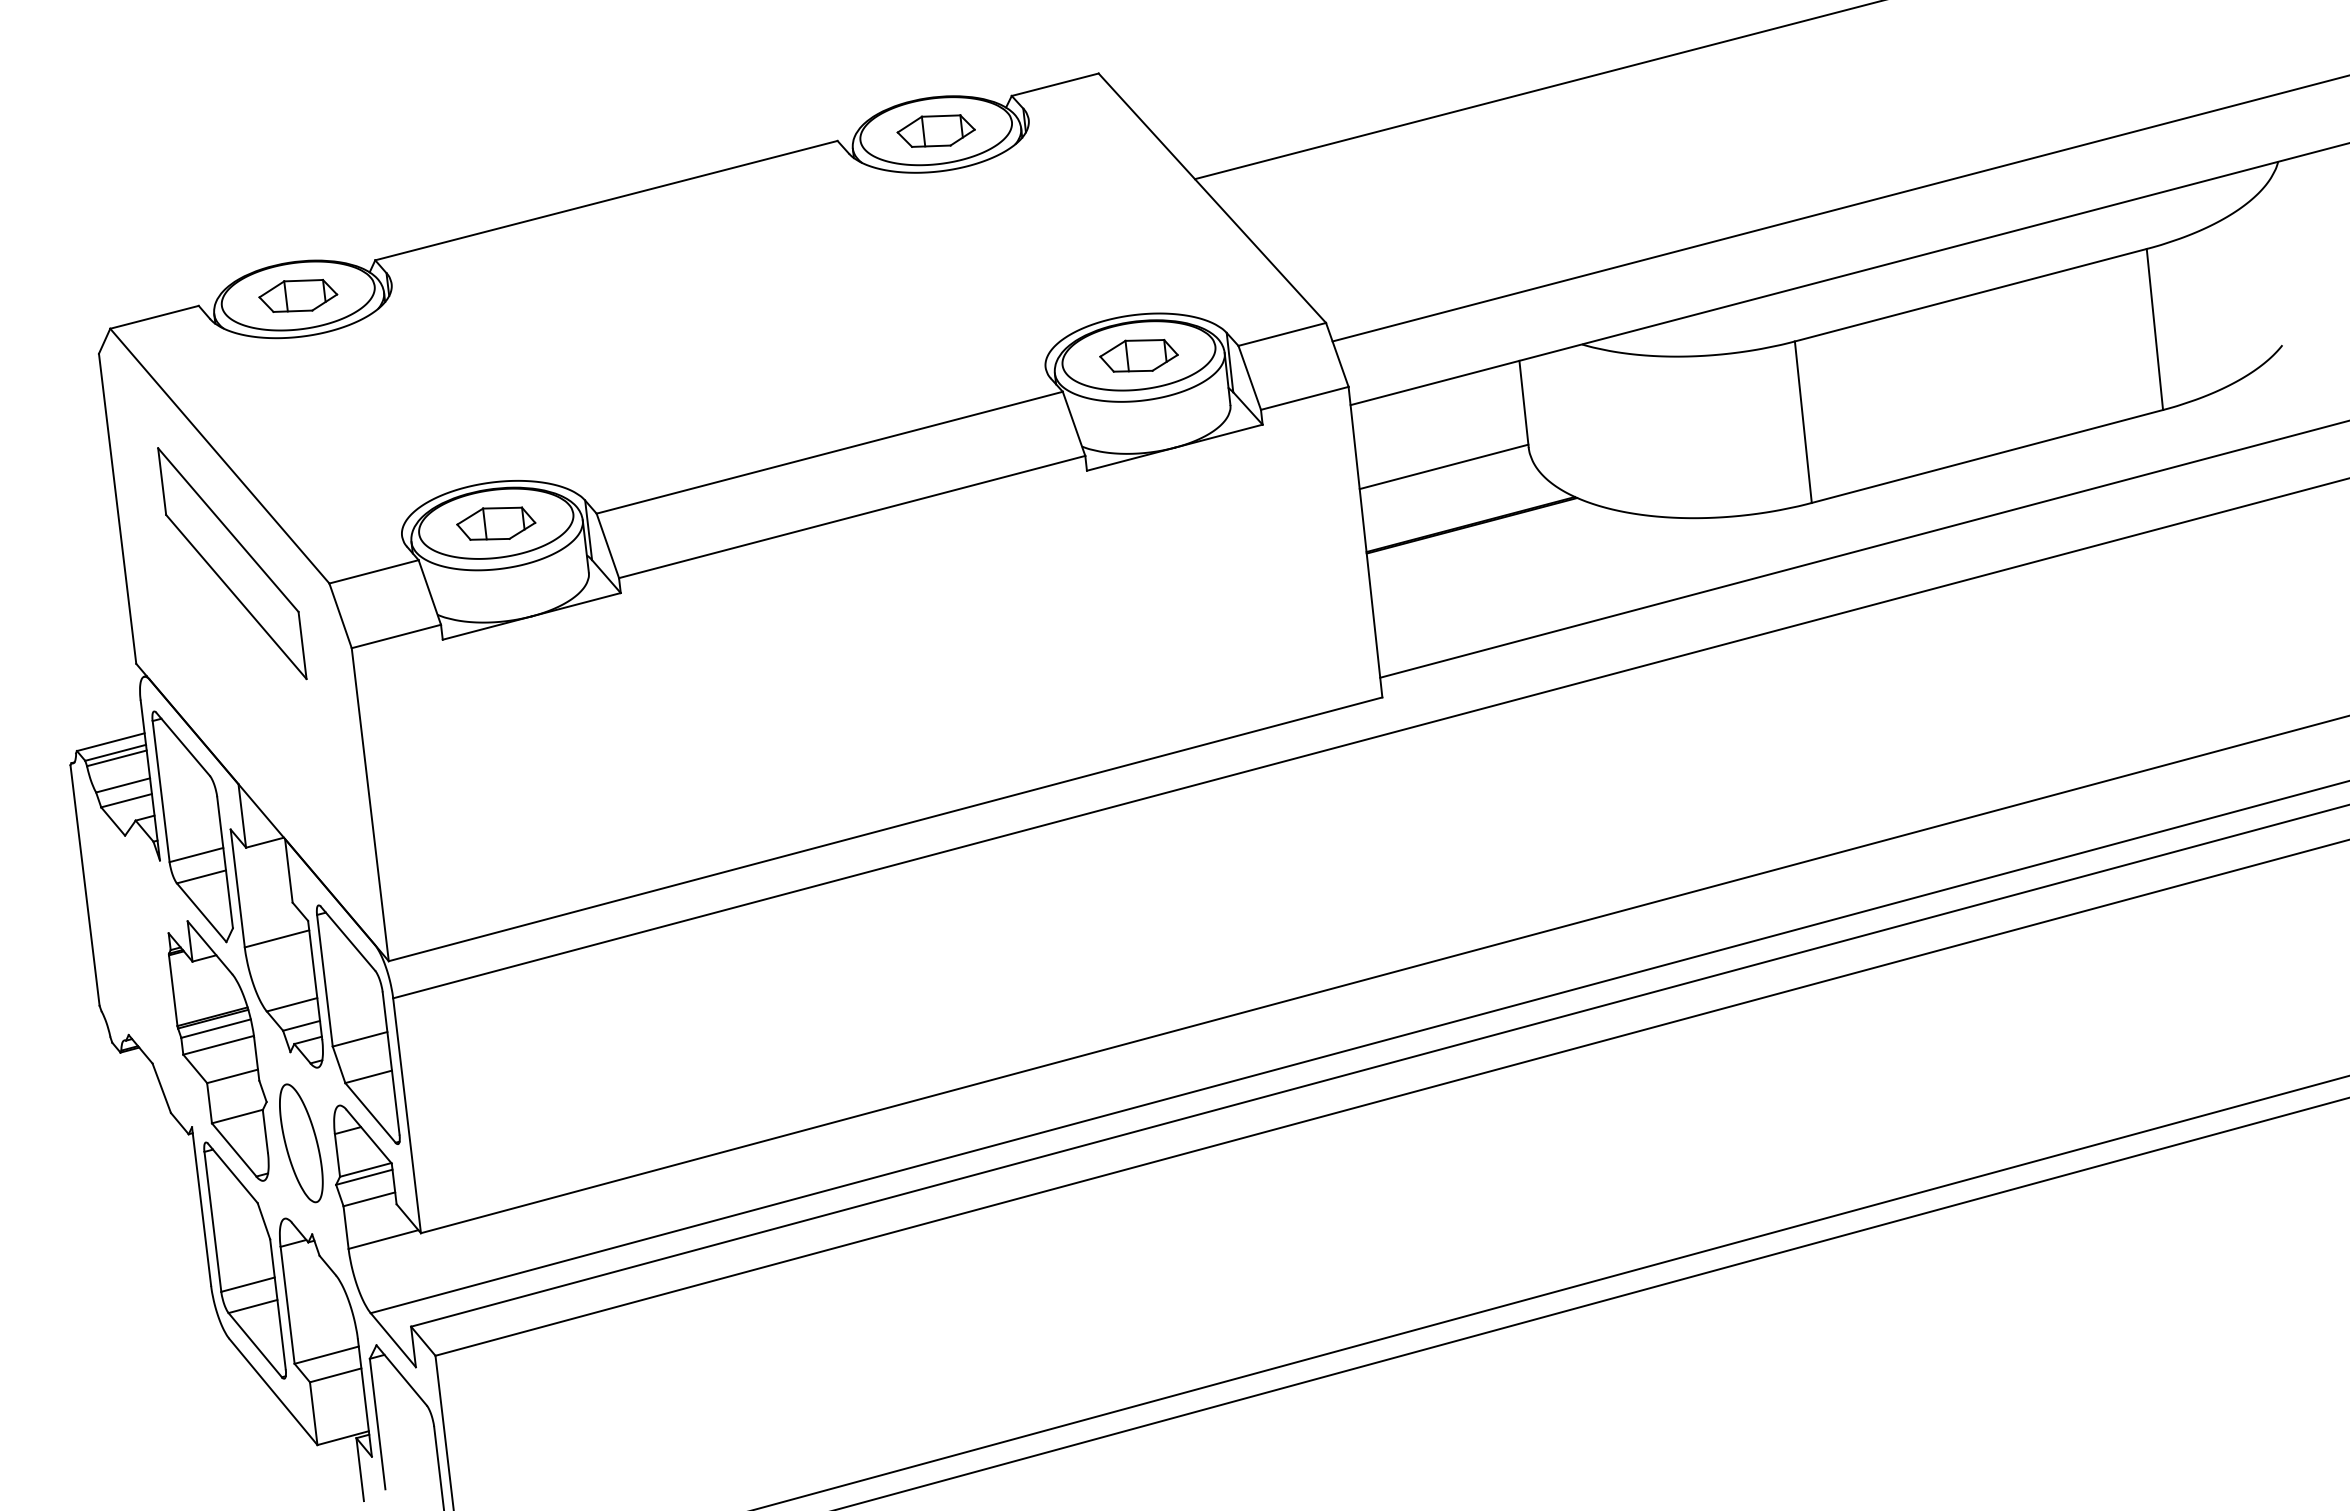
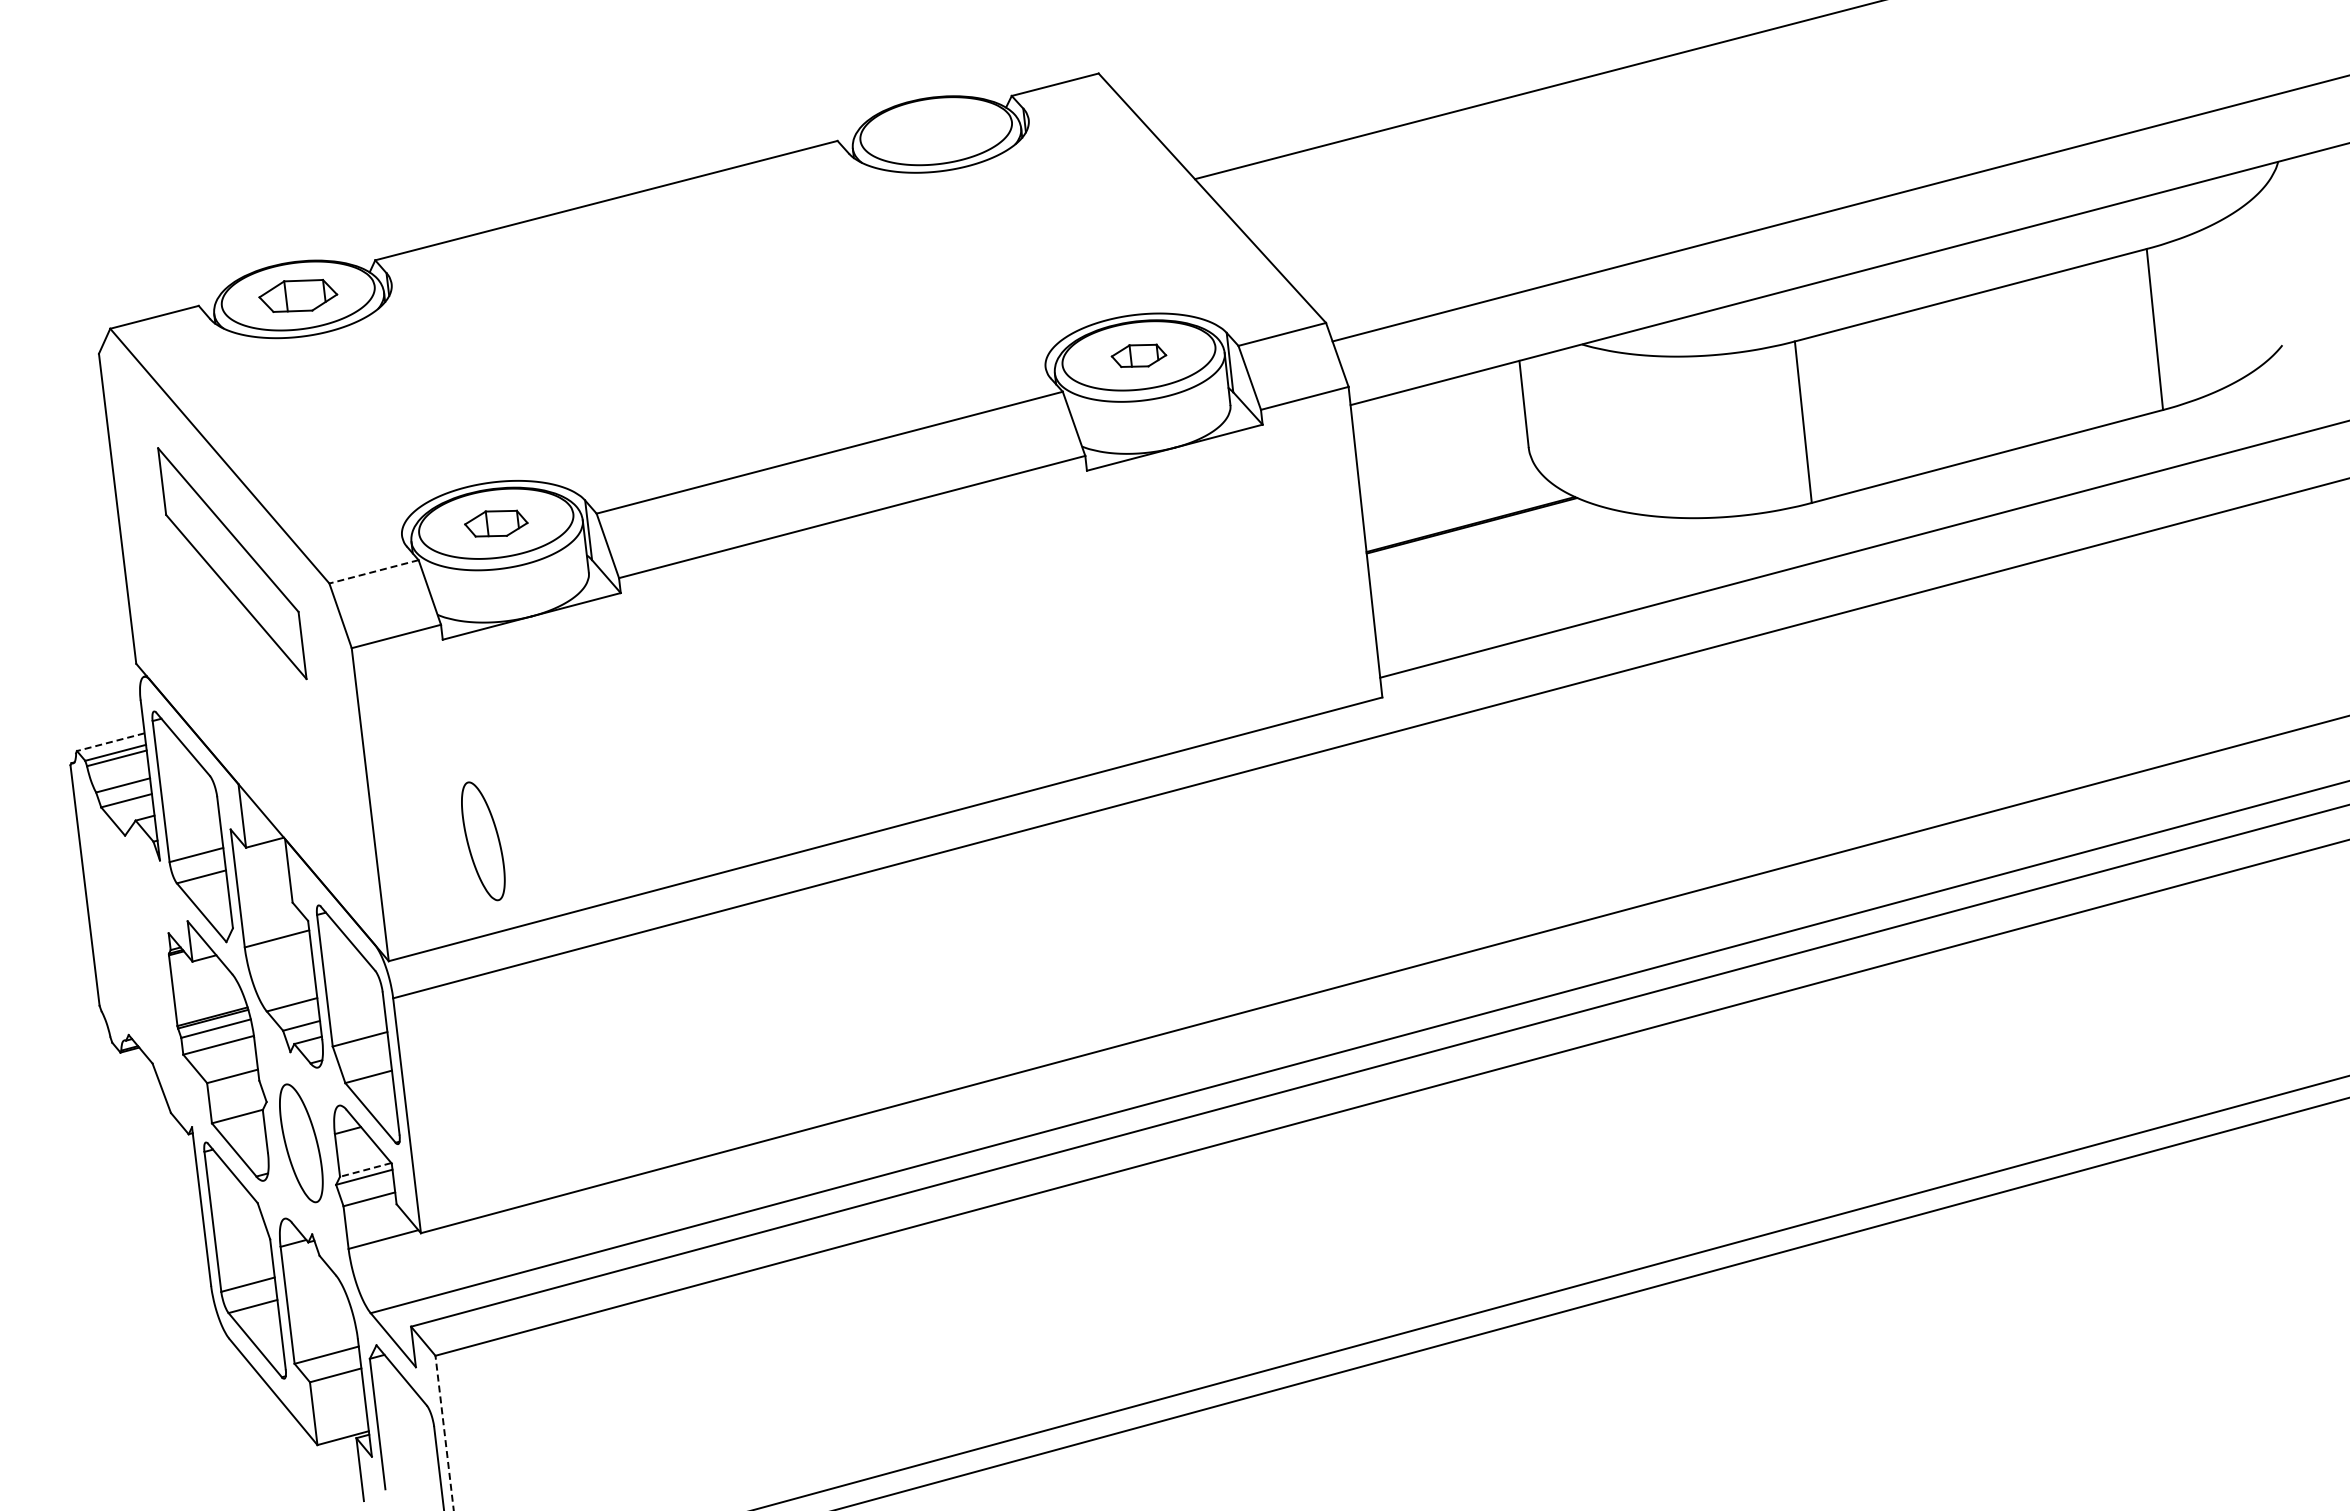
part at (935, 130): present -> none
part at (1138, 355) size: 80x34 px -> 58x25 px
line at (1443, 466): present -> none
part at (496, 523) size: 81x35 px -> 65x29 px
line at (373, 571): solid -> dashed
line at (110, 742): solid -> dashed
part at (483, 841): none -> present
line at (365, 1169): solid -> dashed
line at (444, 1433): solid -> dashed
